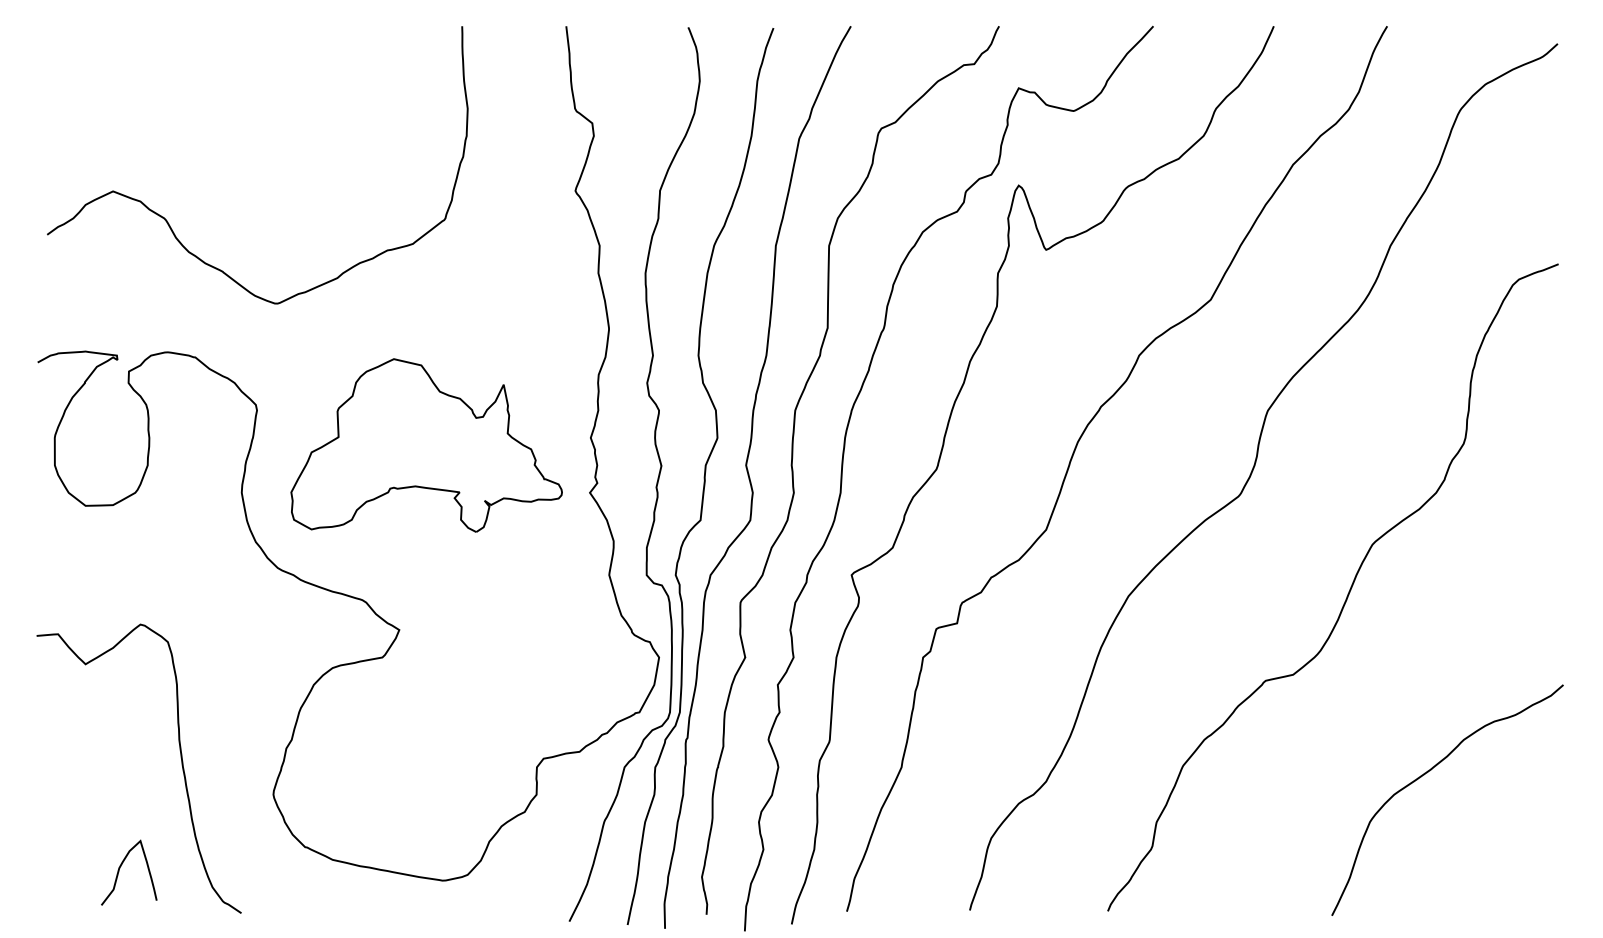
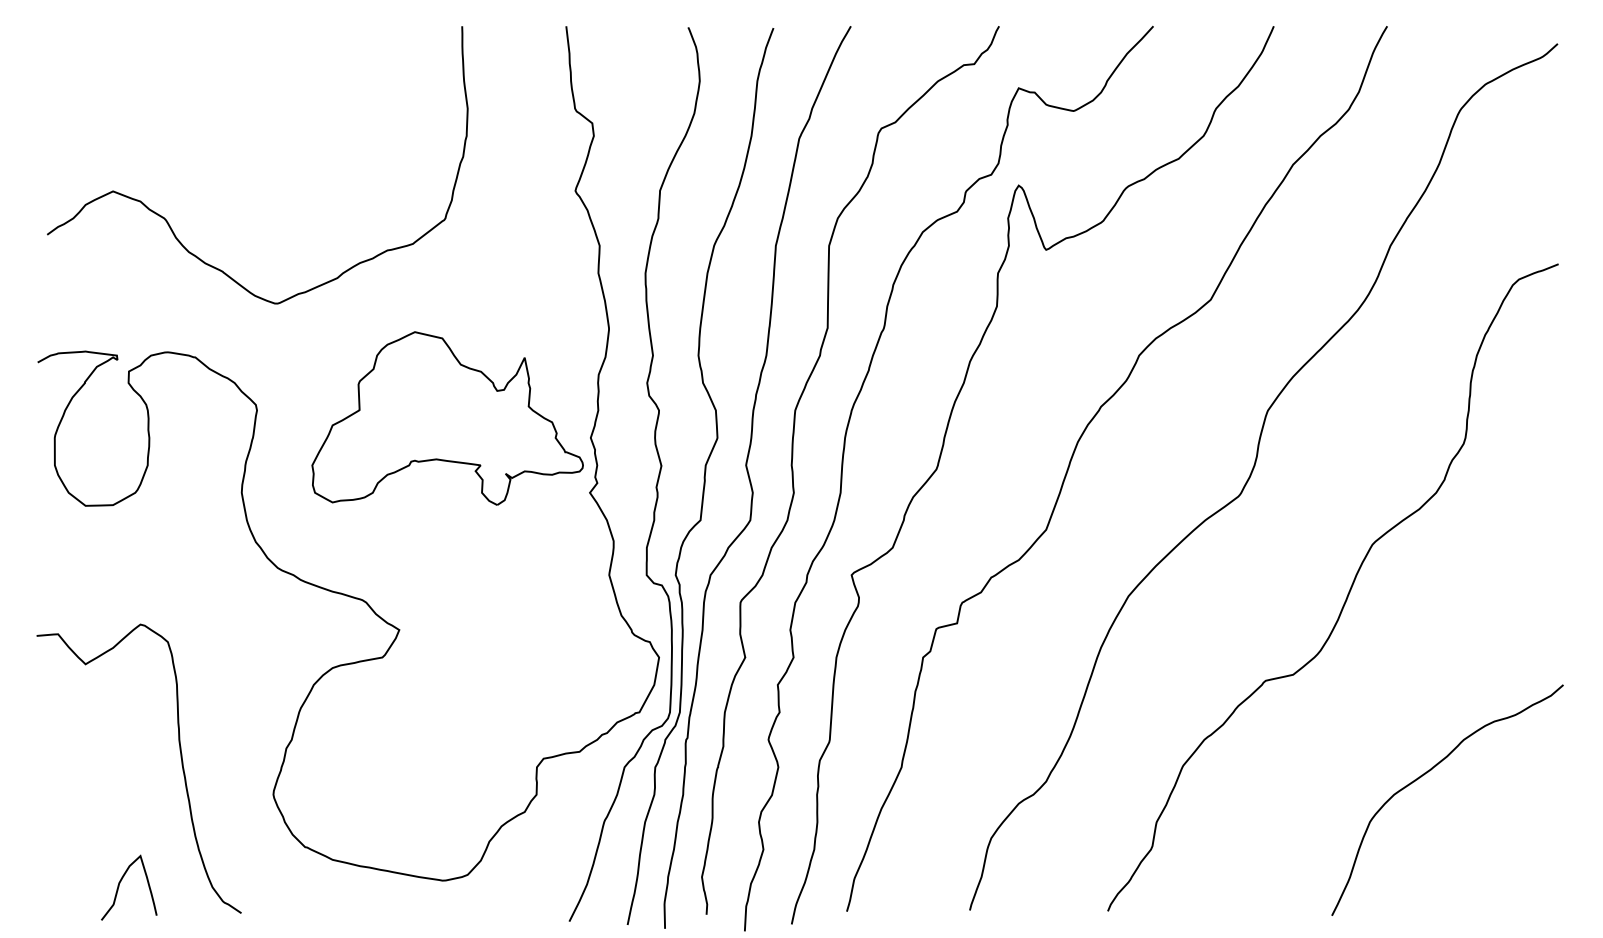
part at (426, 445) position: (426, 445) -> (447, 418)
curve at (120, 868) position: (120, 868) -> (120, 883)
